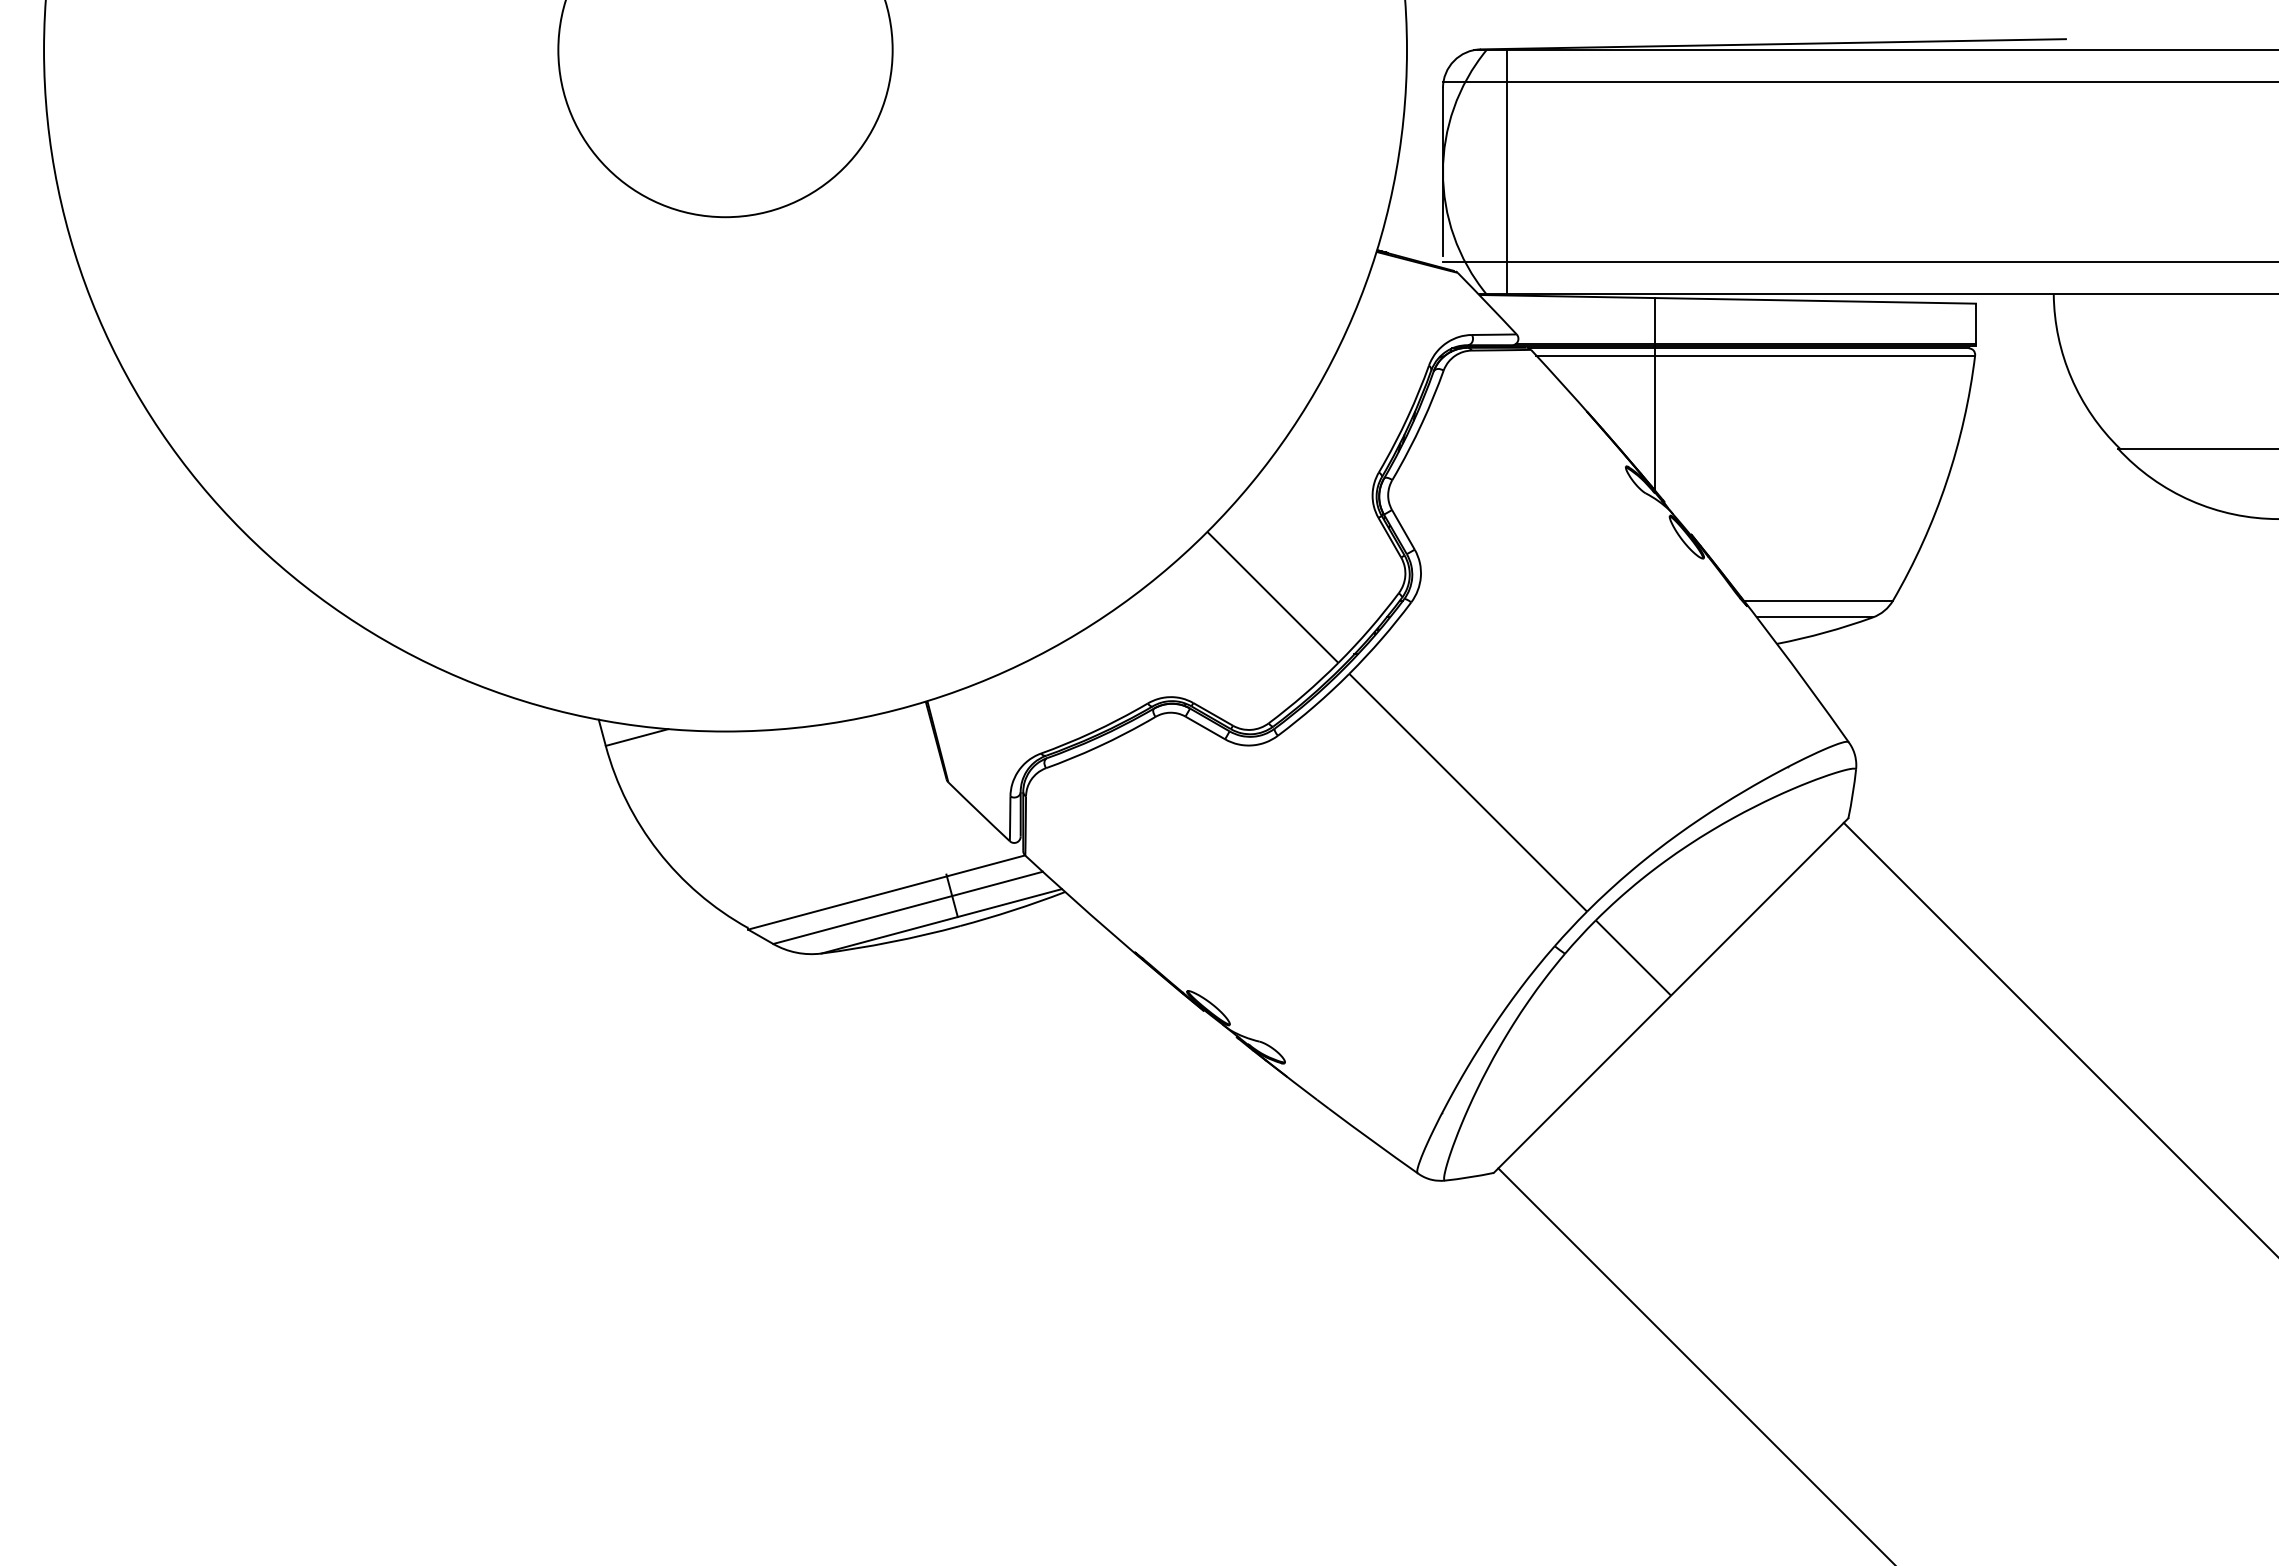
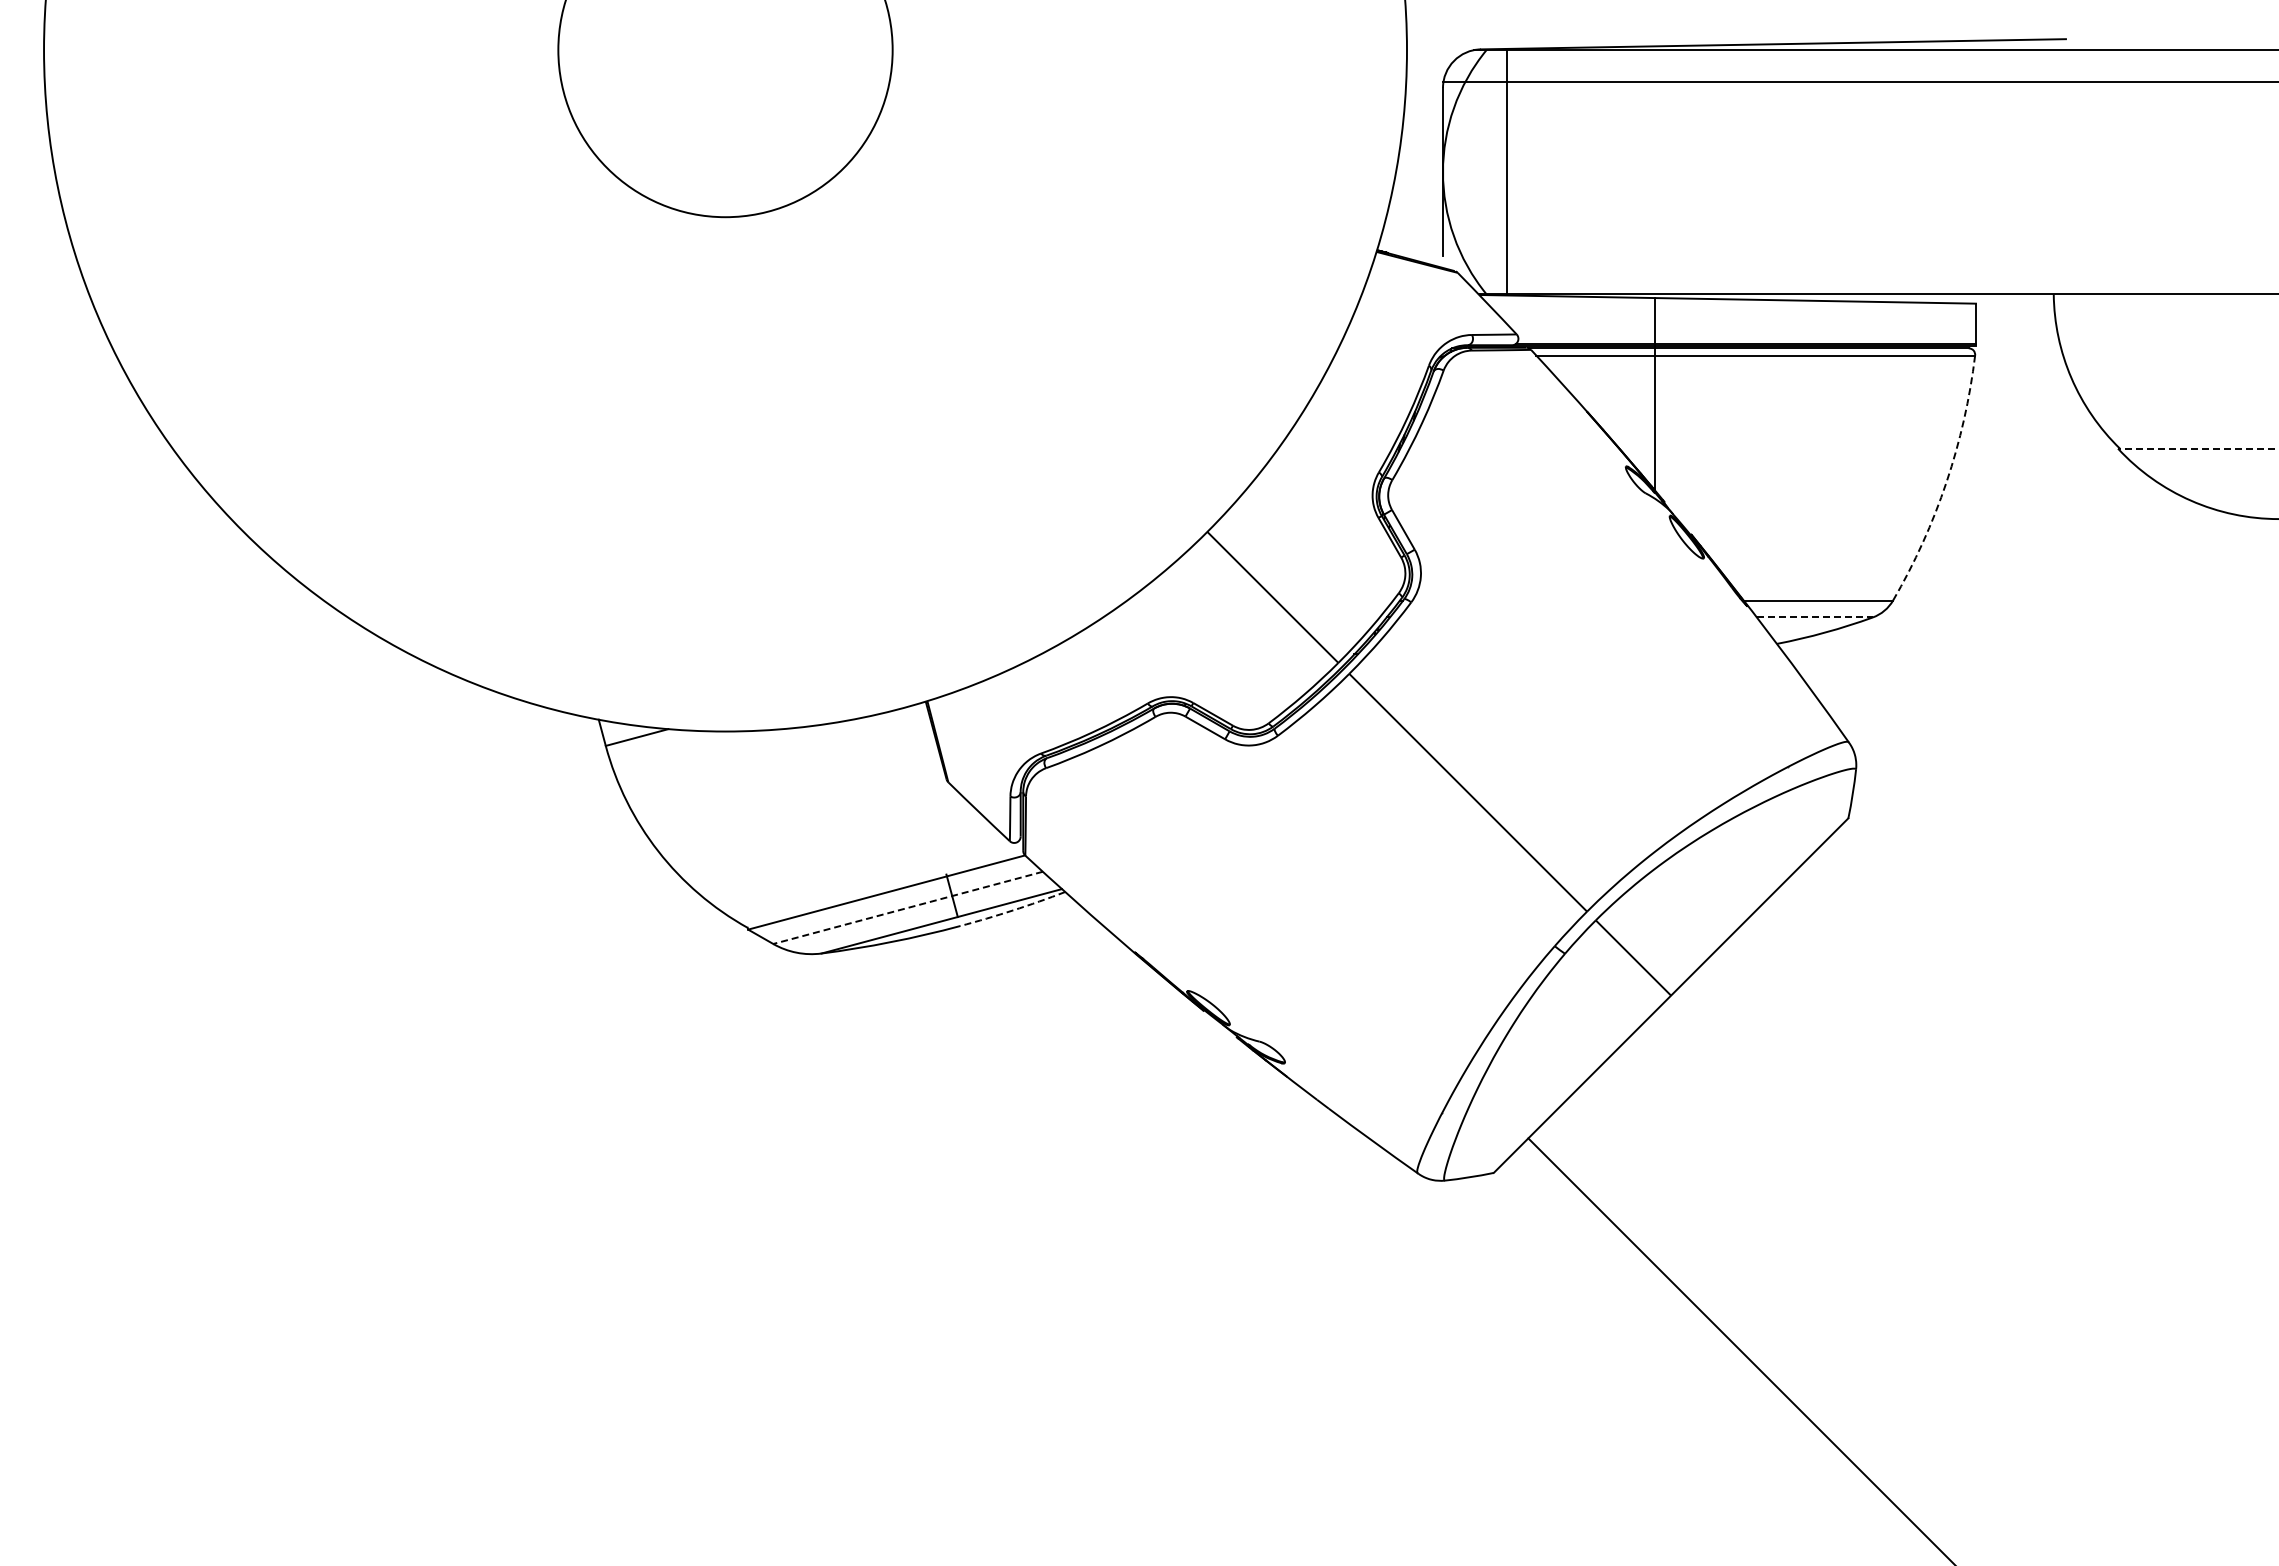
line at (1859, 262): present -> none
line at (2197, 448): solid -> dashed
arc at (1946, 482): solid -> dashed
line at (1814, 617): solid -> dashed
line at (908, 907): solid -> dashed
arc at (1013, 910): solid -> dashed
line at (2059, 1038): present -> none
line at (1695, 1365) position: (1695, 1365) -> (1740, 1350)
